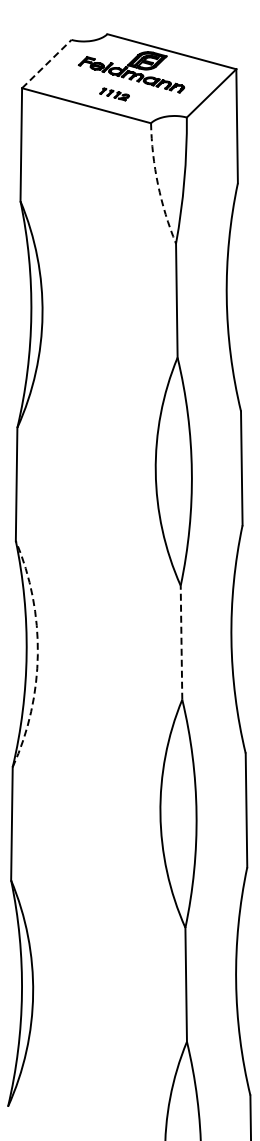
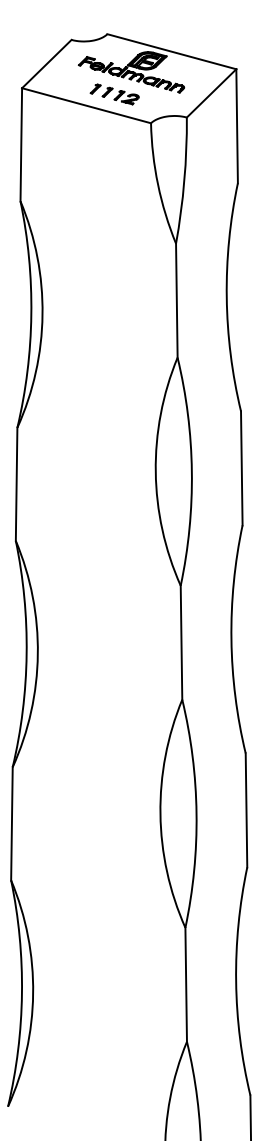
line at (46, 64): dashed -> solid
part at (114, 94) size: 31x15 px -> 51x23 px
arc at (158, 184): dashed -> solid
line at (181, 642): dashed -> solid
arc at (37, 654): dashed -> solid
